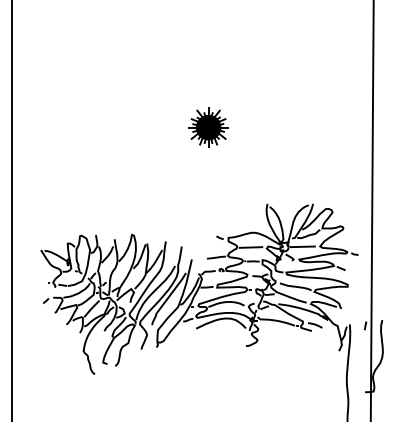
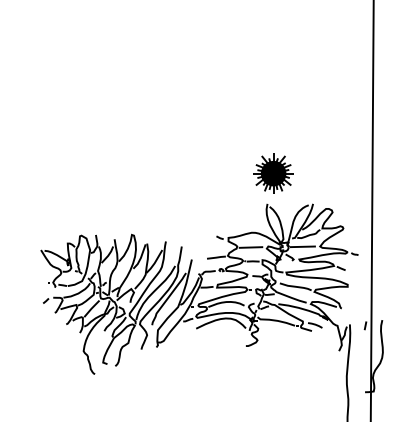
part at (208, 127) position: (208, 127) -> (273, 173)
line at (12, 210): present -> none
